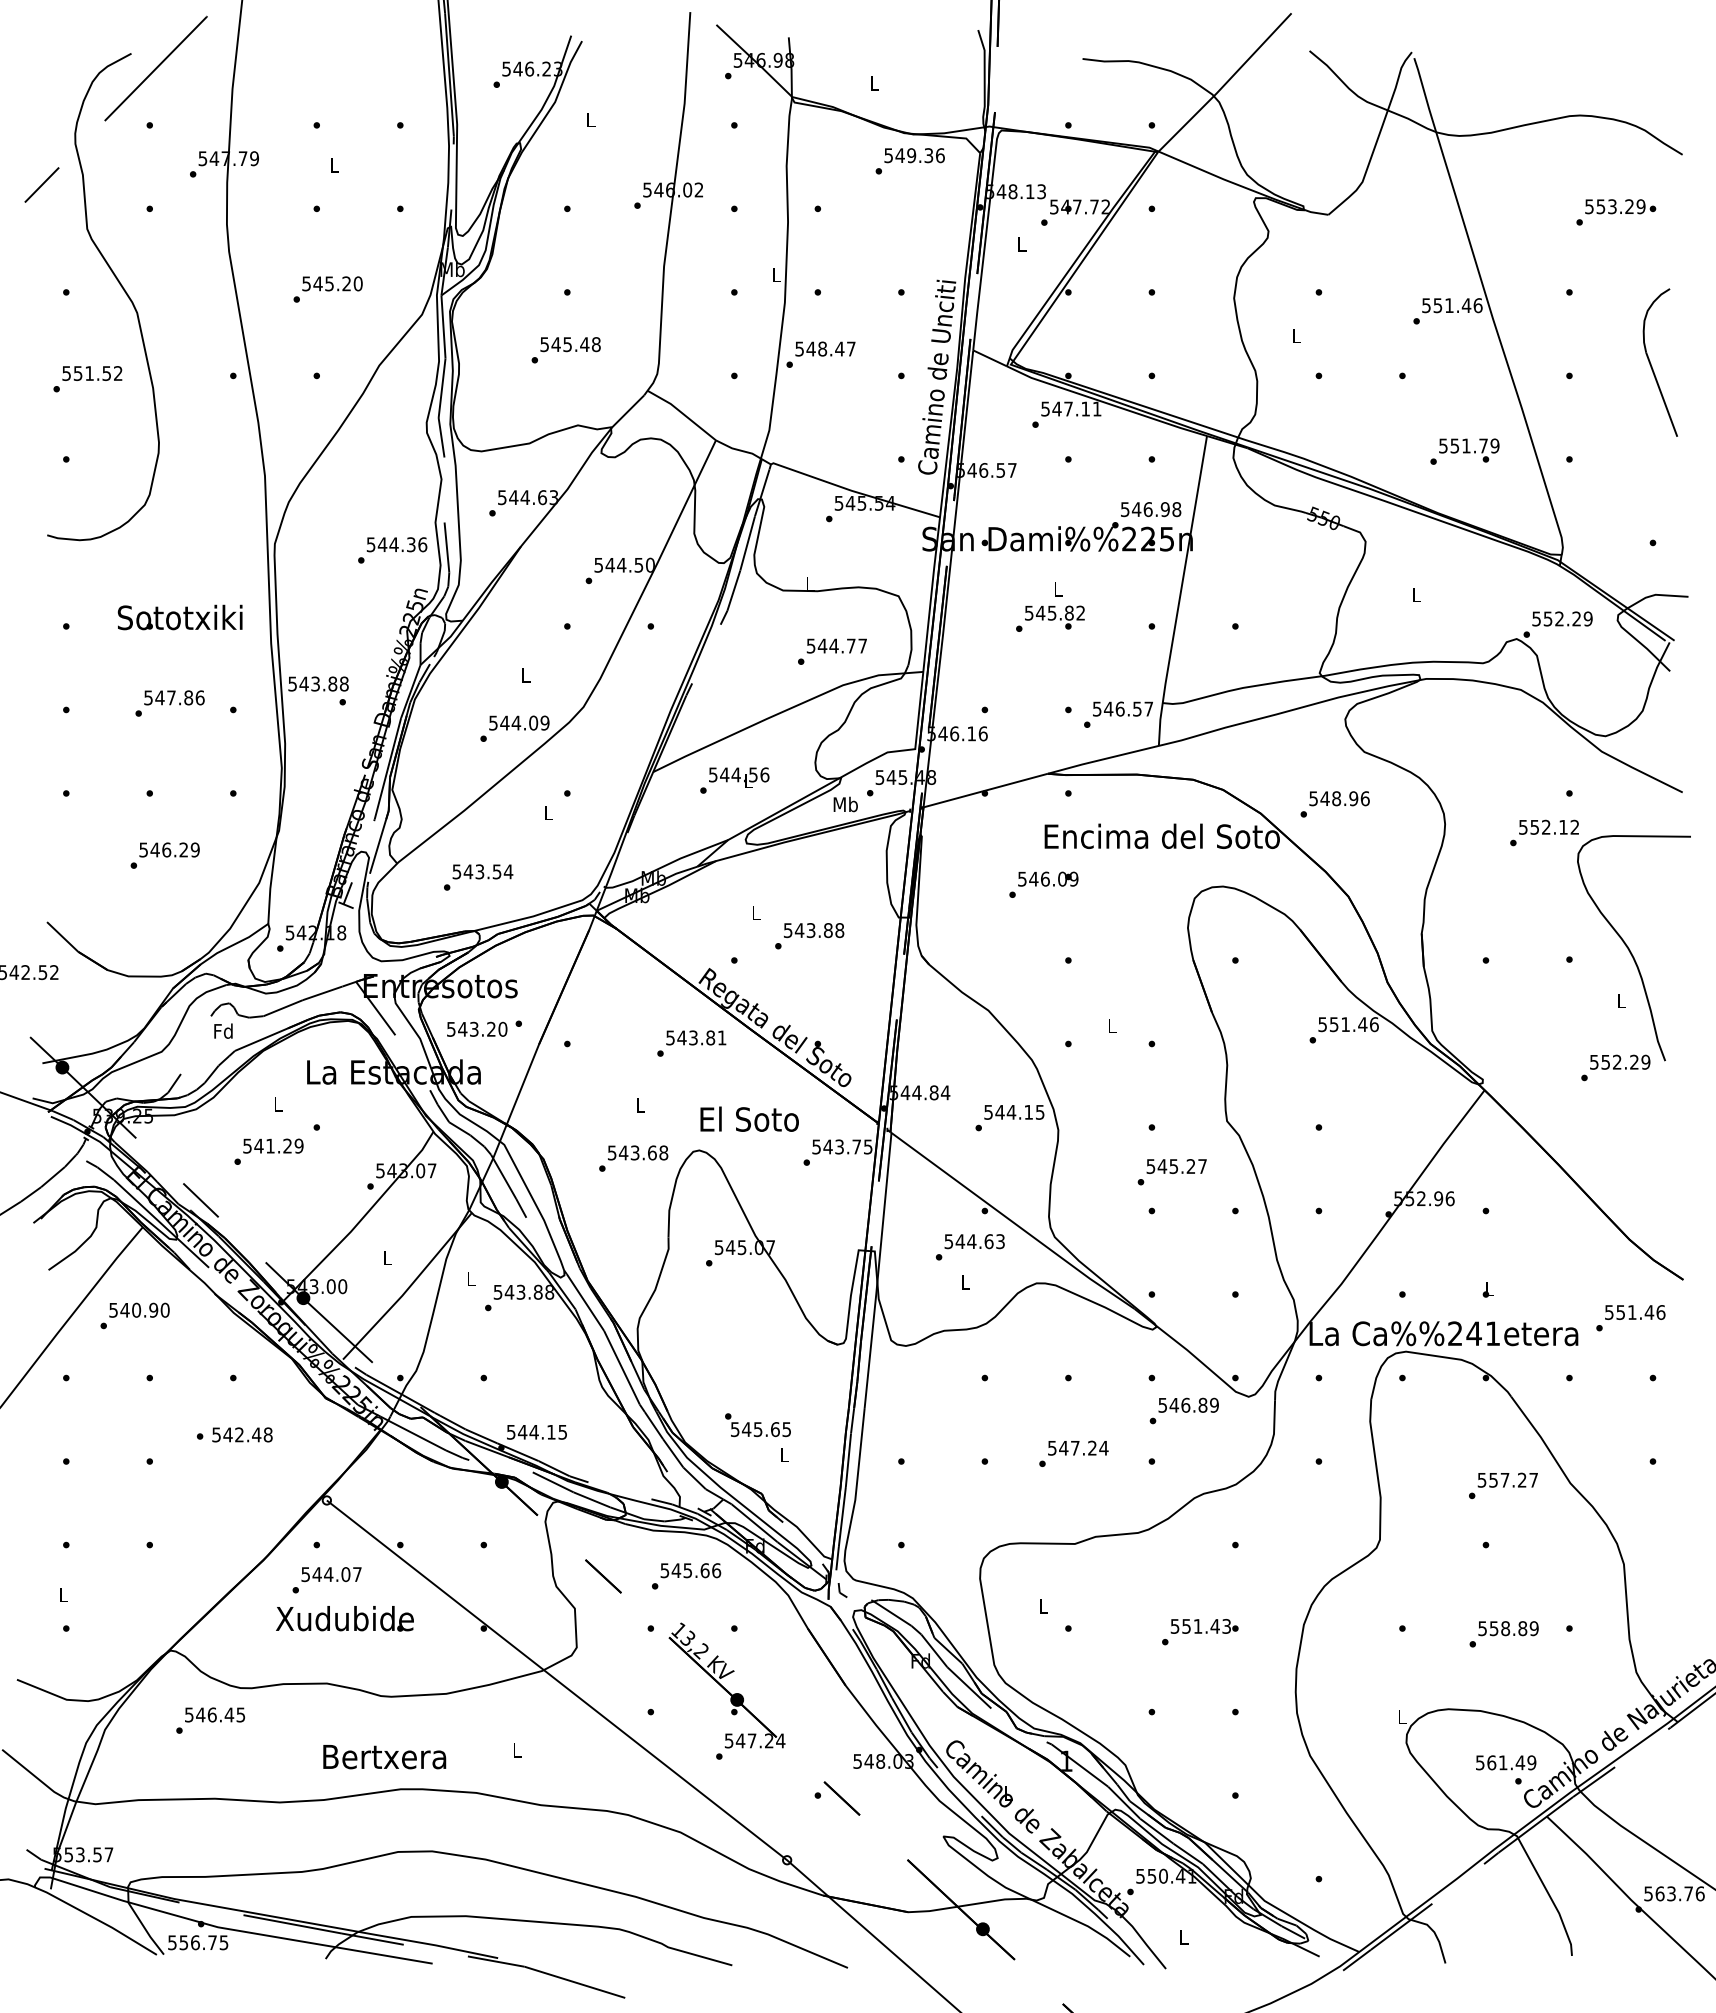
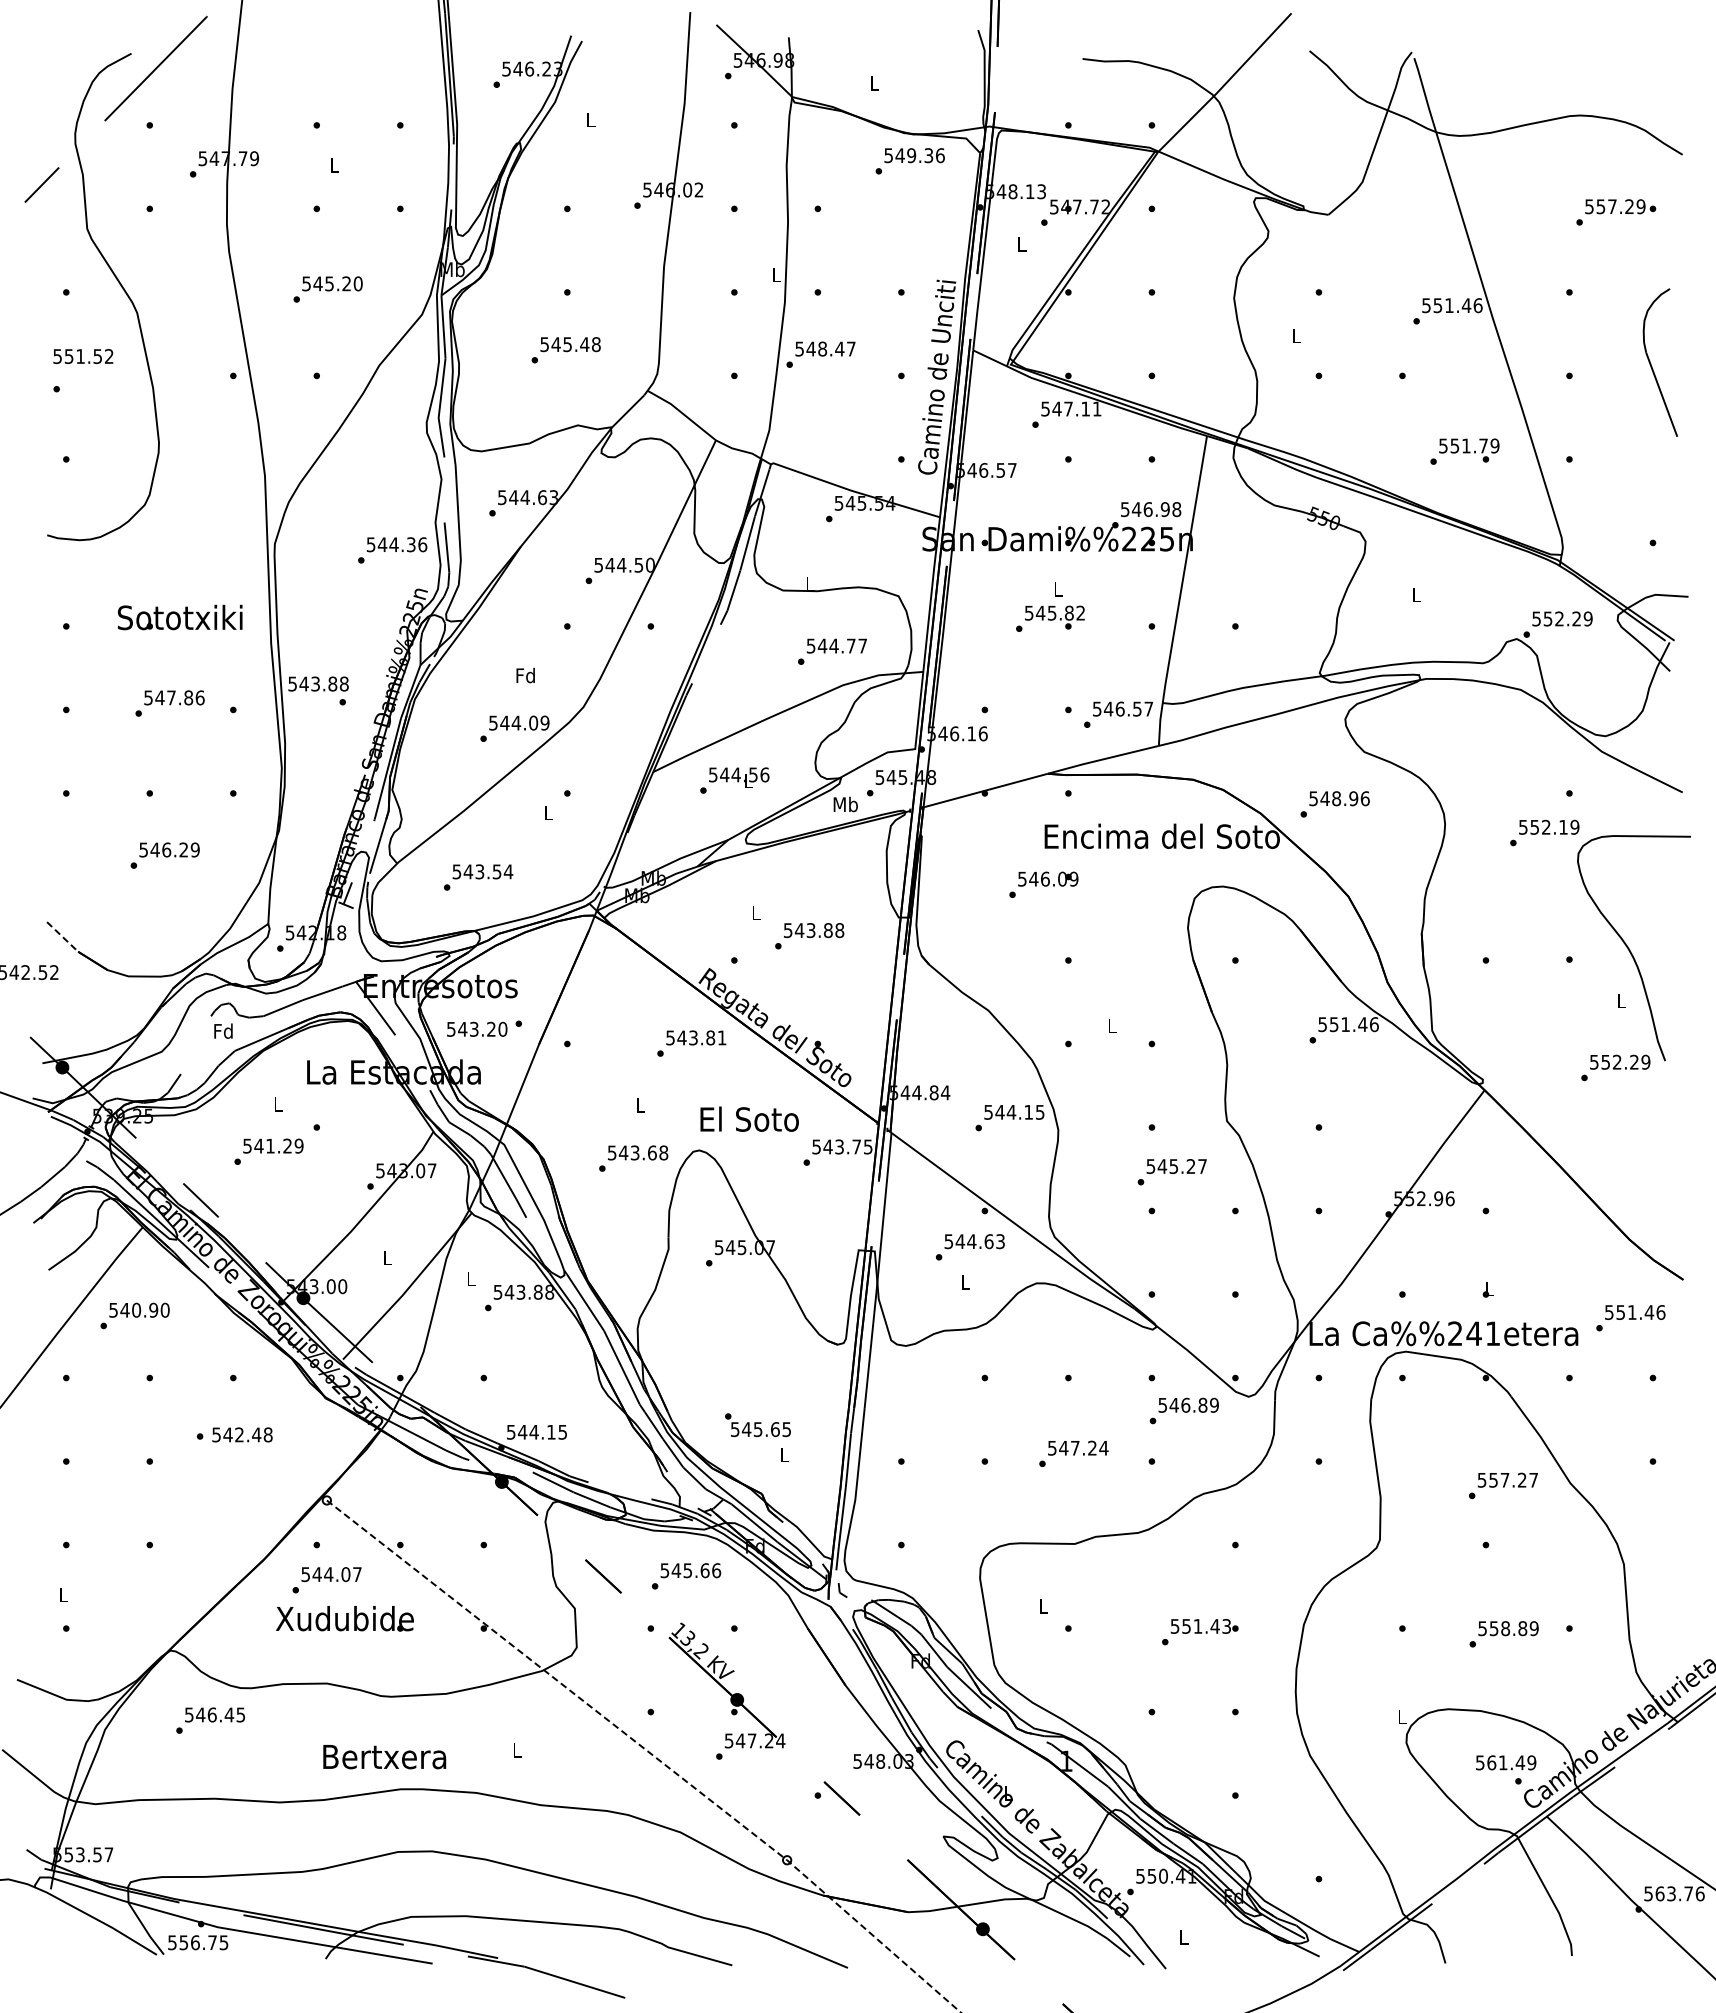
text at (1612, 206): 553.29 -> 557.29
text at (92, 373) position: (92, 373) -> (83, 356)
text at (525, 675): L -> Fd
text at (1574, 827): 552.12 -> 552.19
line at (62, 937): solid -> dashed
line at (648, 1752): solid -> dashed
